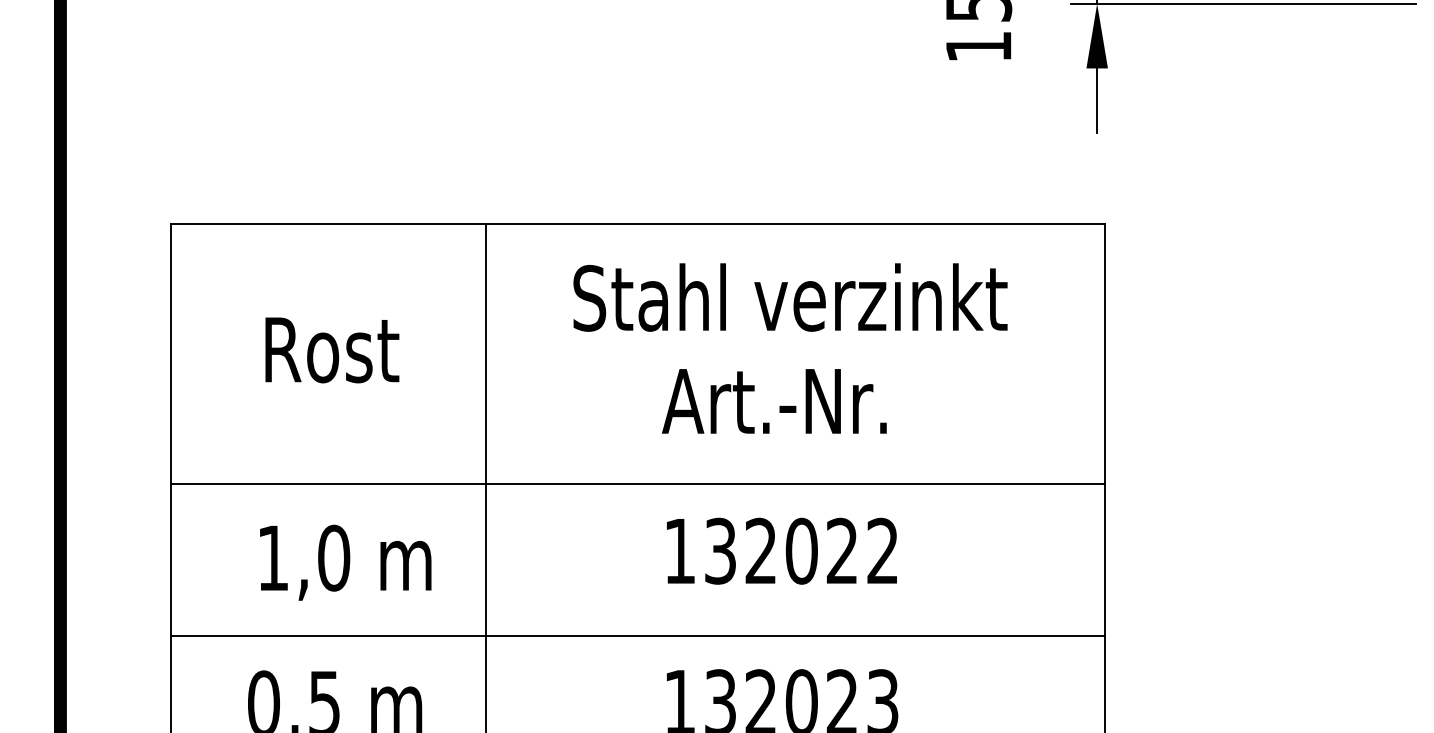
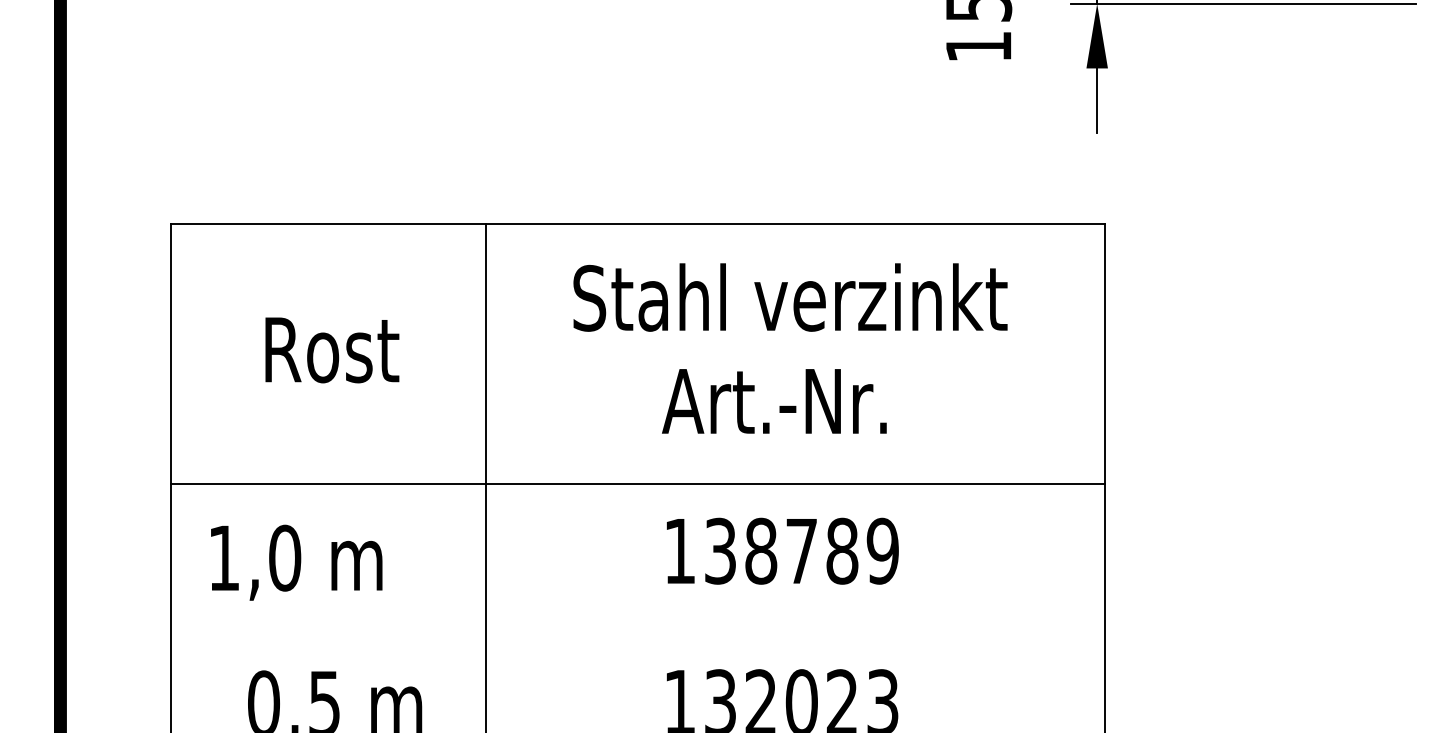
text at (821, 550): 132022 -> 138789
text at (345, 562) position: (345, 562) -> (296, 562)
line at (638, 635): present -> none
